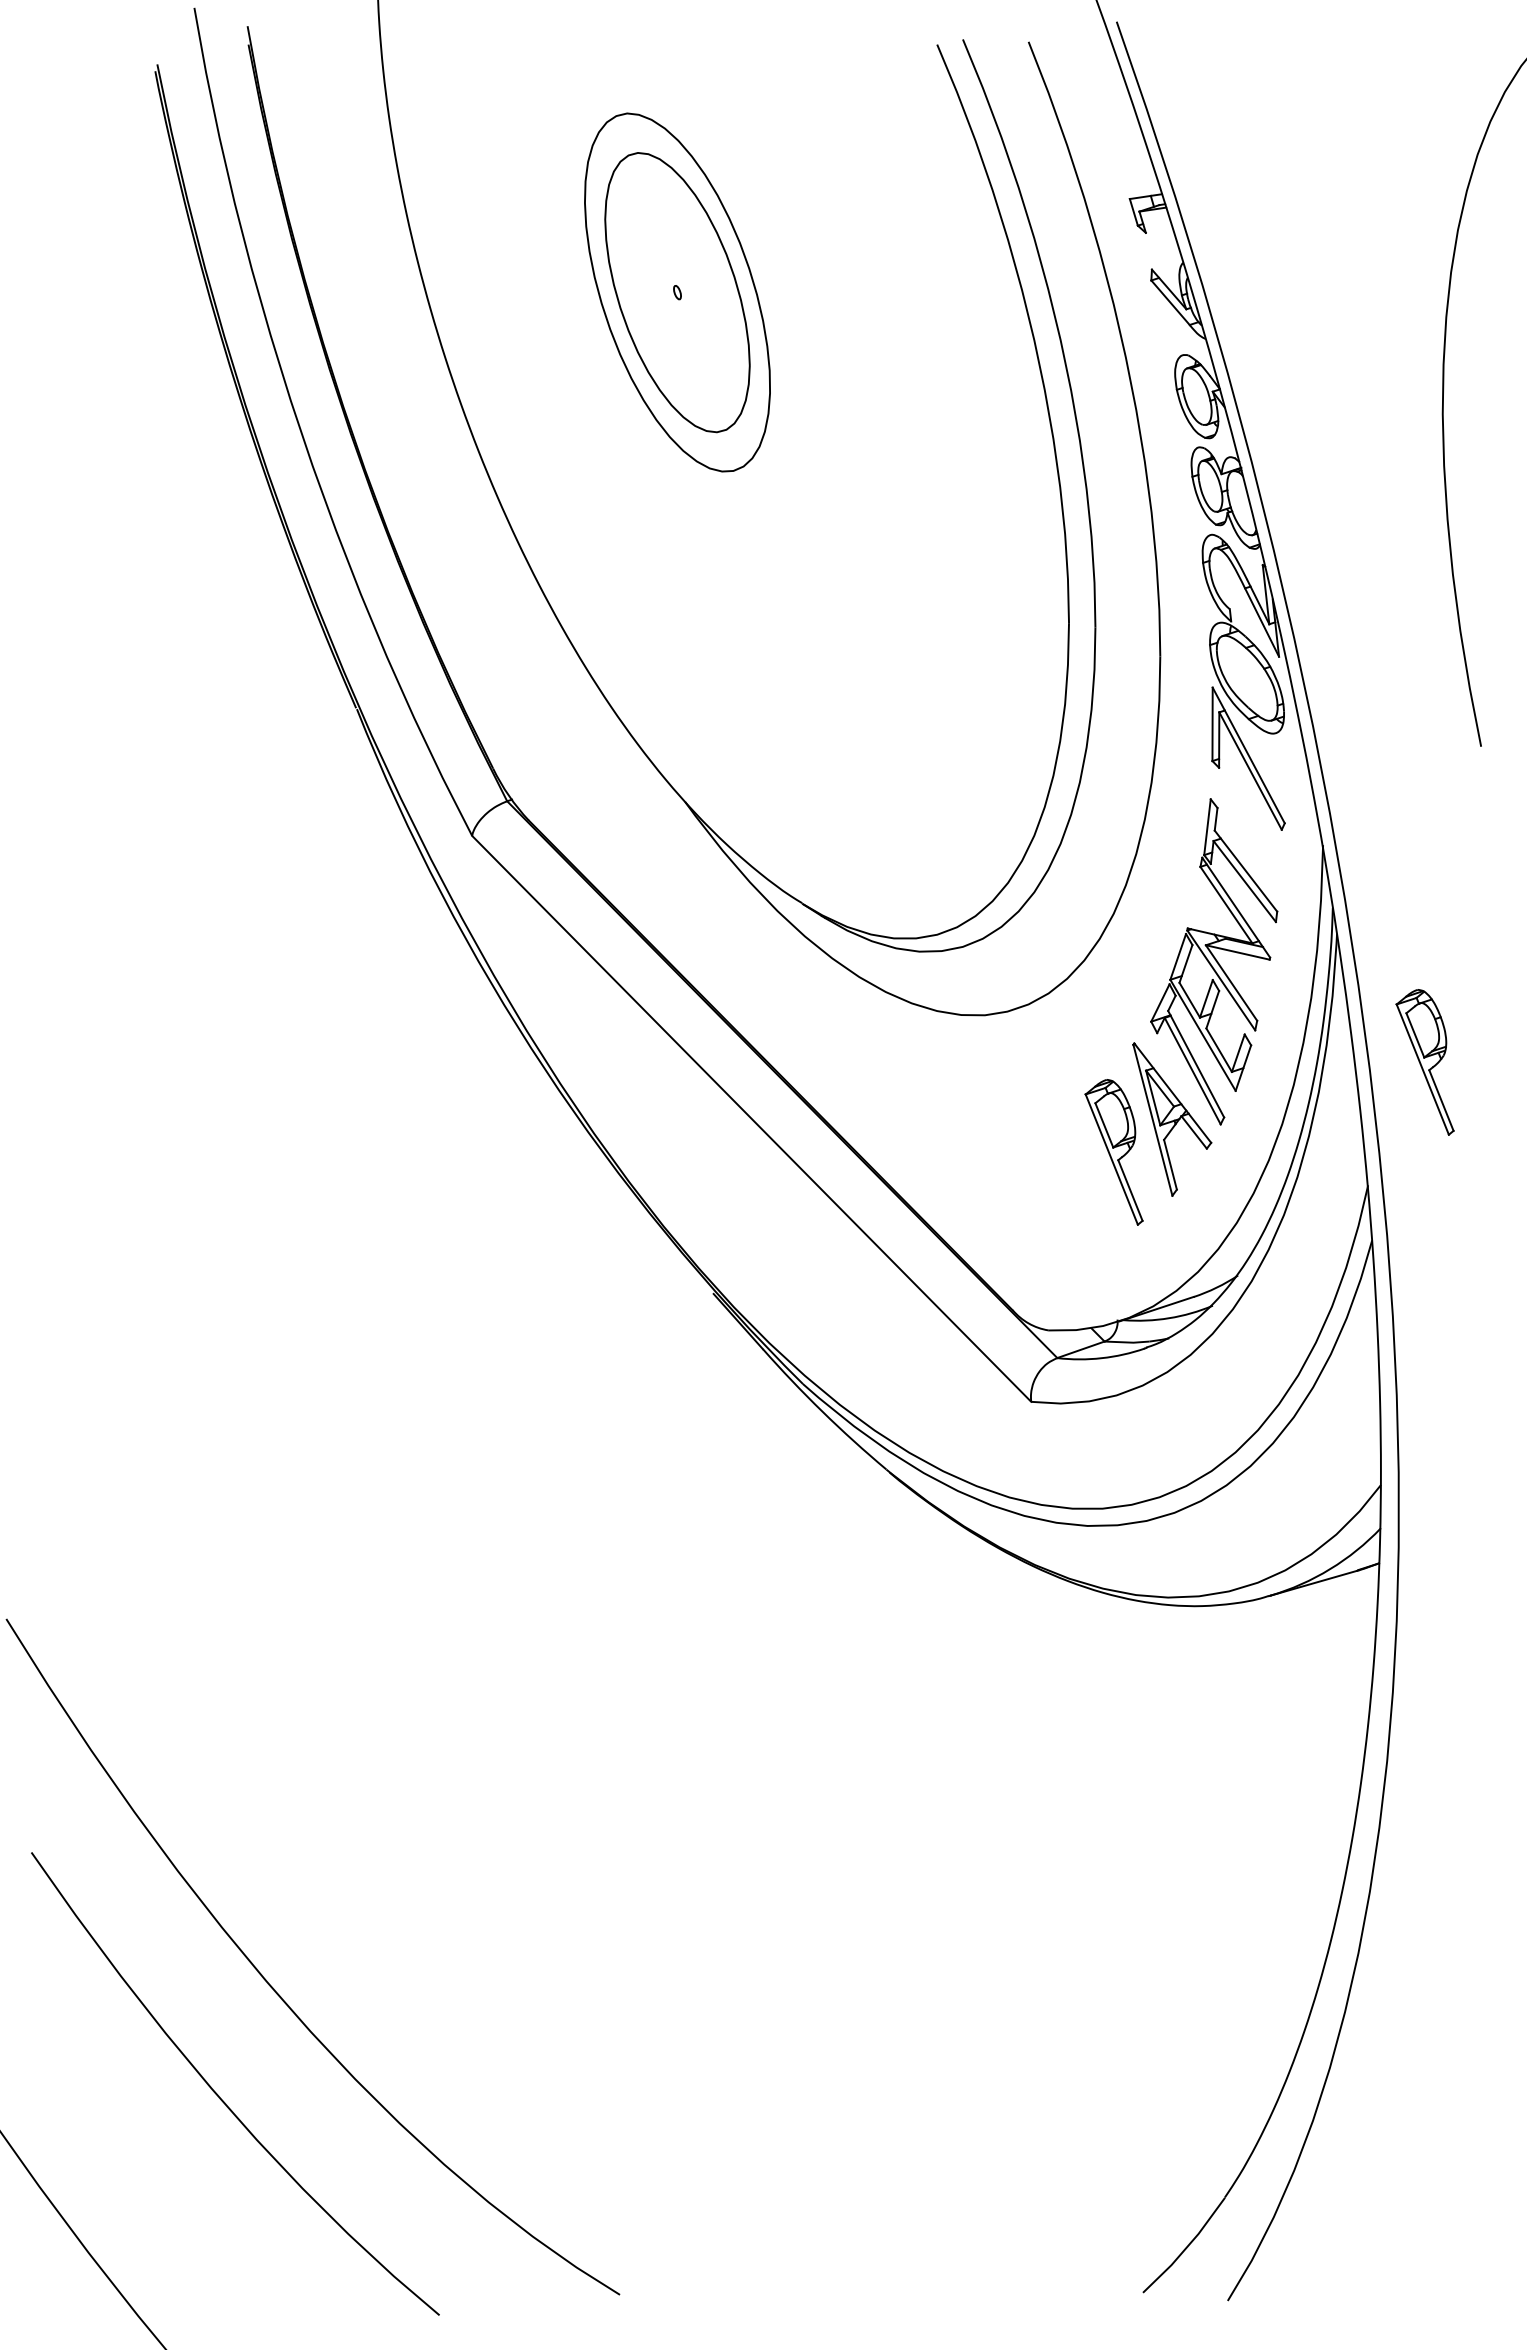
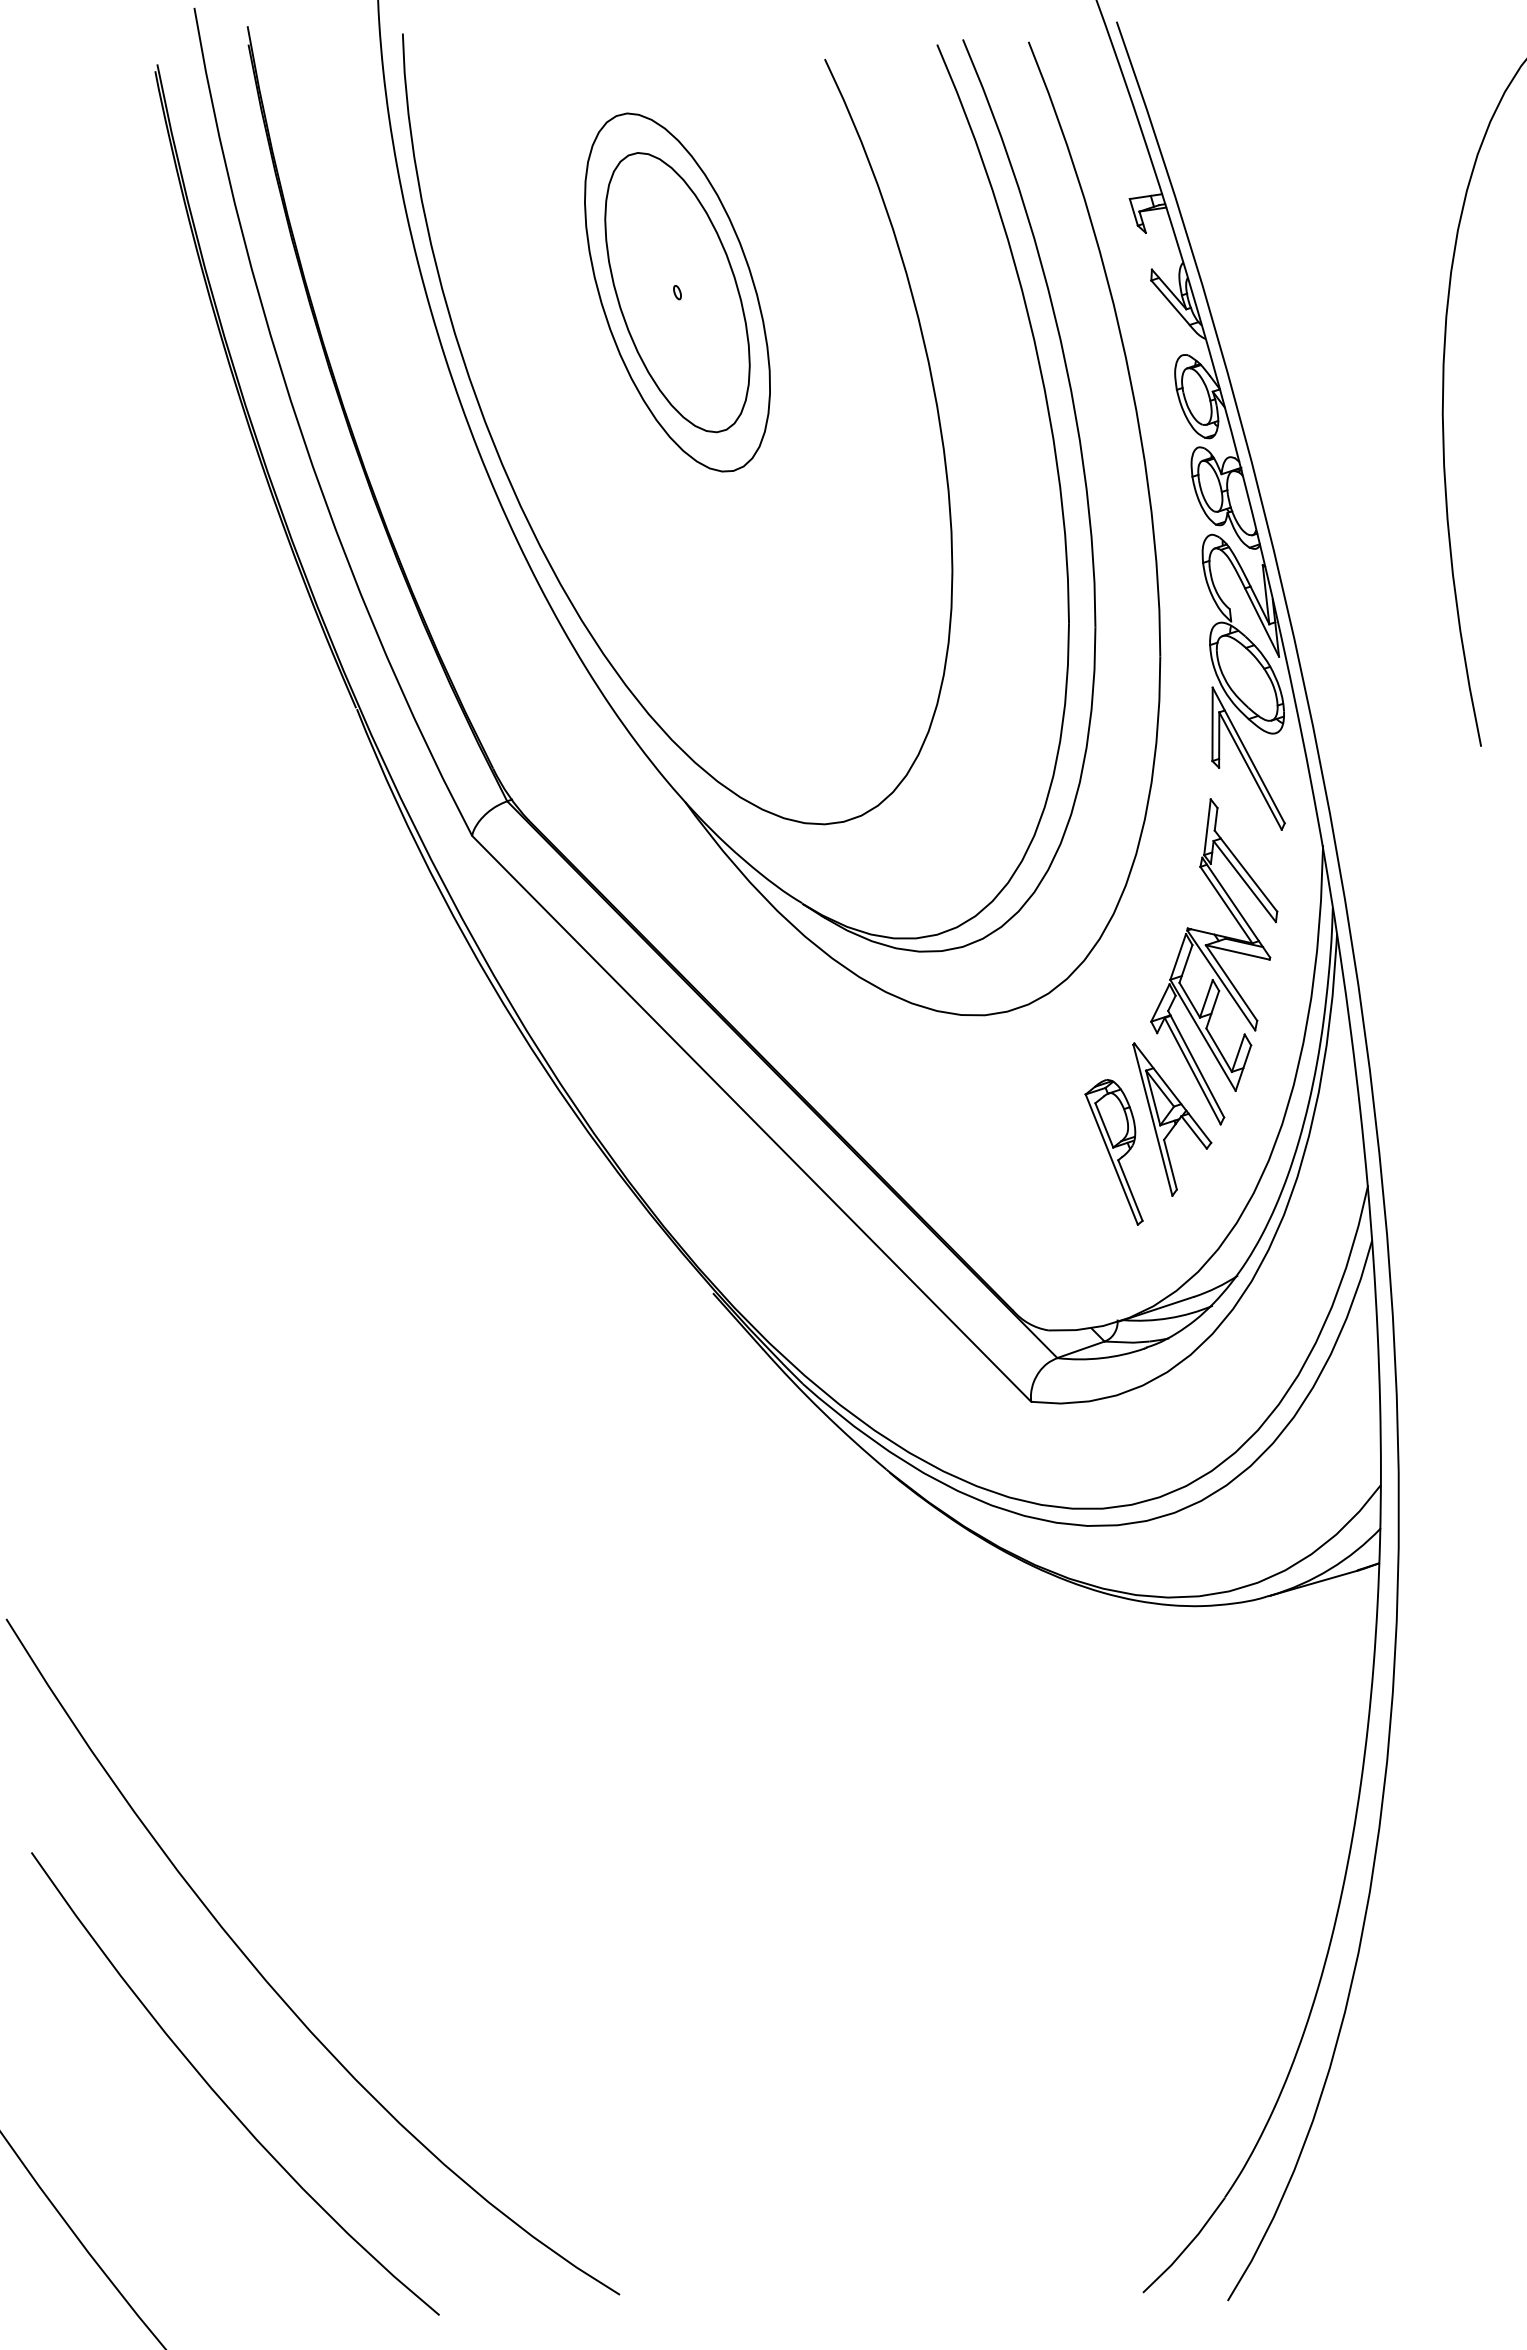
part at (519, 500): none -> present
part at (1424, 1062): present -> none
